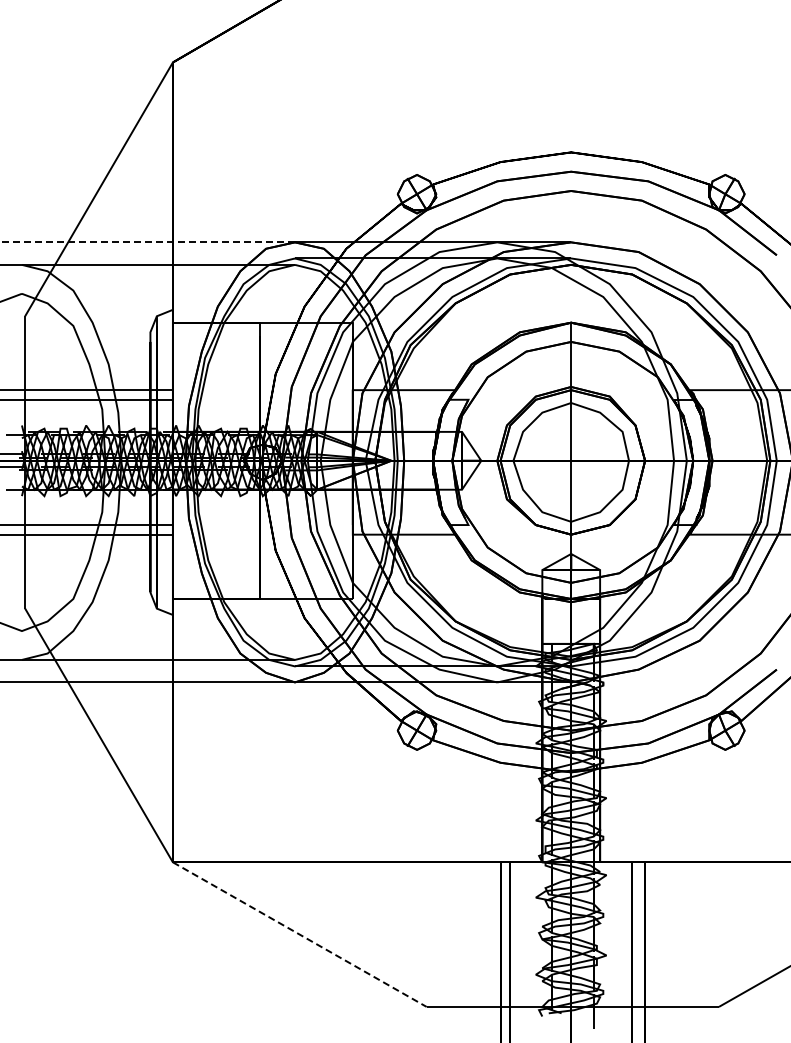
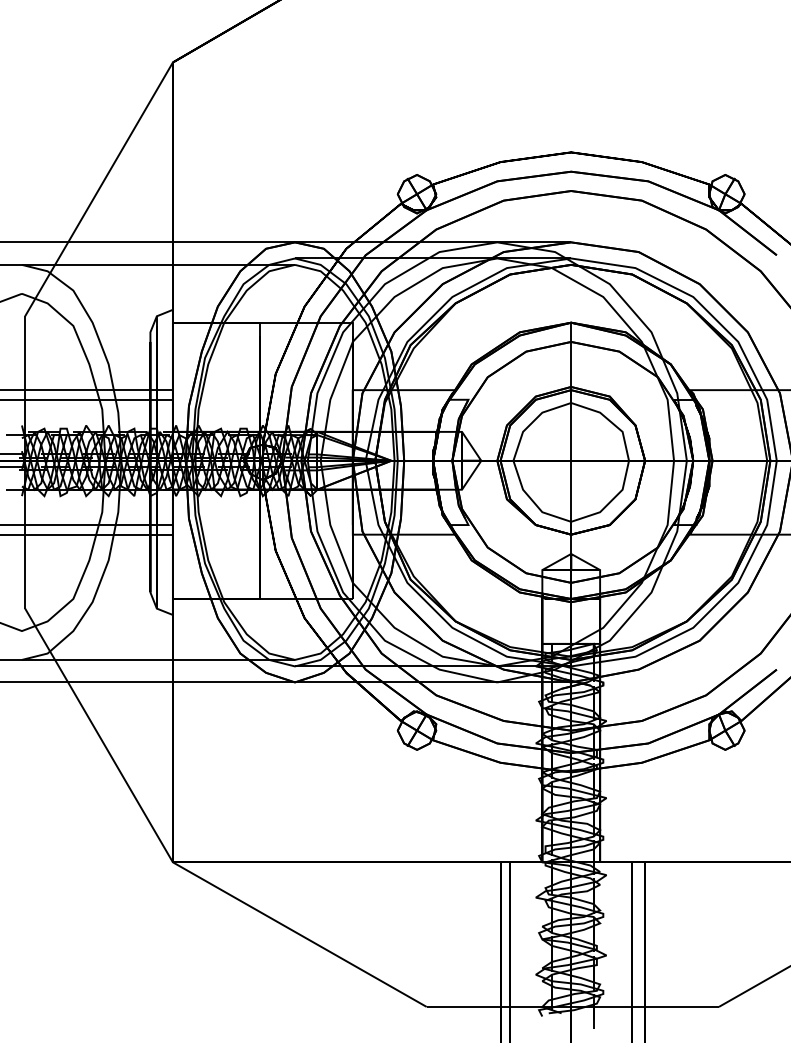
line at (147, 242): dashed -> solid
line at (300, 934): dashed -> solid
